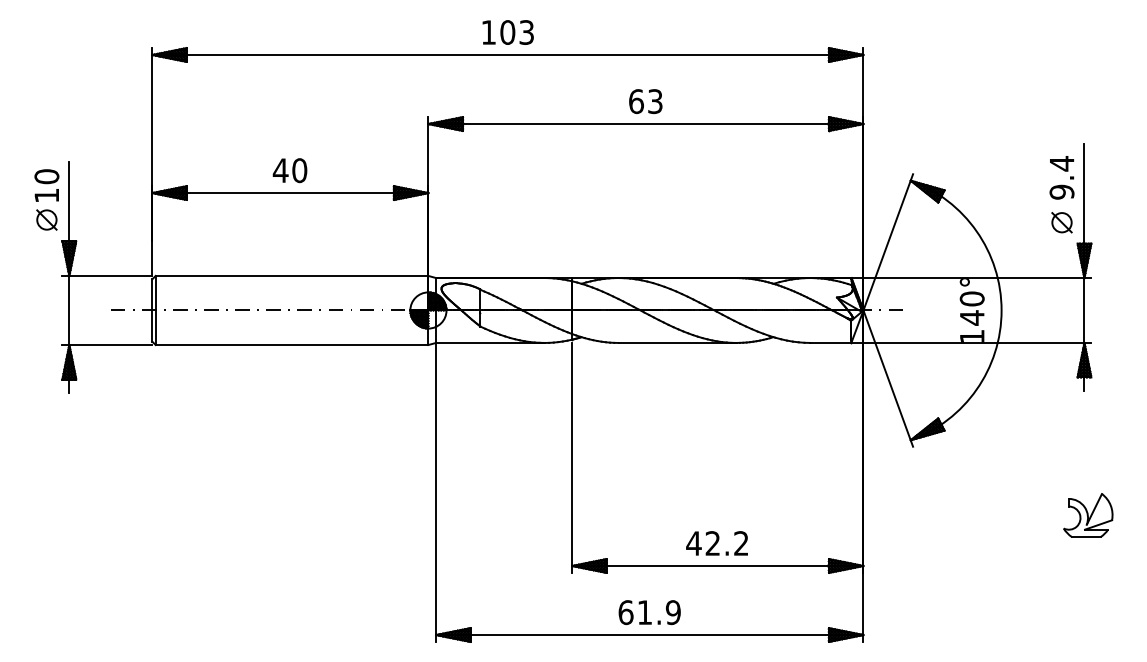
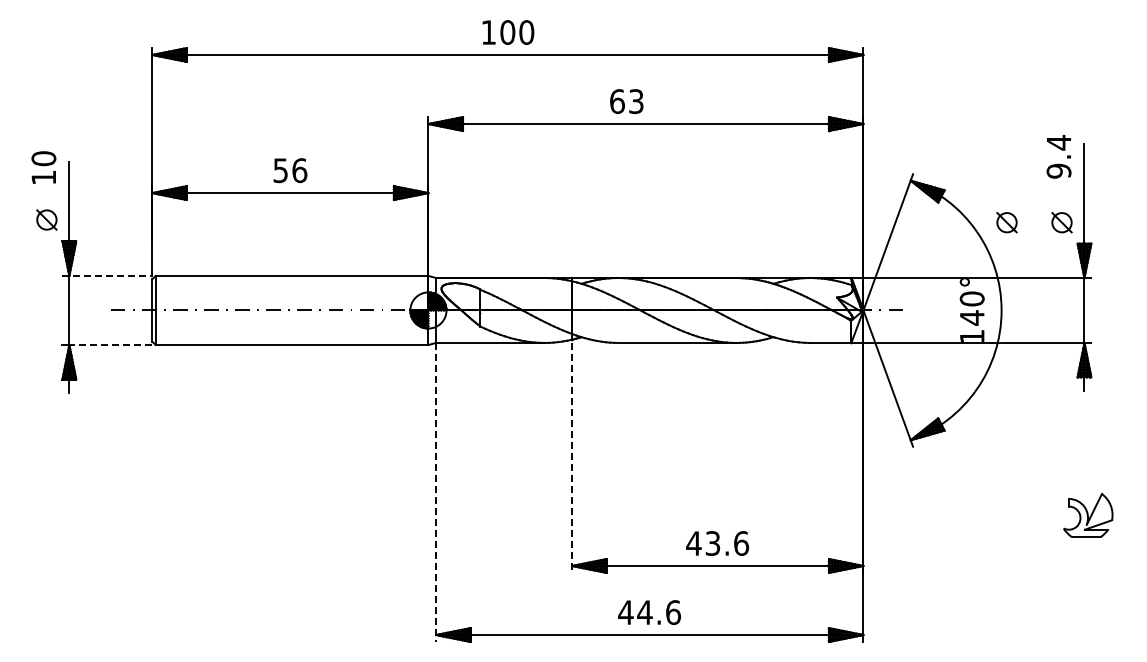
text at (526, 32): 103 -> 100
text at (645, 101) position: (645, 101) -> (626, 101)
text at (289, 170): 40 -> 56
text at (1061, 177) position: (1061, 177) -> (1058, 156)
text at (46, 185) position: (46, 185) -> (43, 167)
part at (1006, 222): none -> present
line at (107, 275): solid -> dashed
line at (110, 345): solid -> dashed
line at (572, 457): solid -> dashed
line at (436, 492): solid -> dashed
text at (726, 543): 42.2 -> 43.6
text at (649, 612): 61.9 -> 44.6
